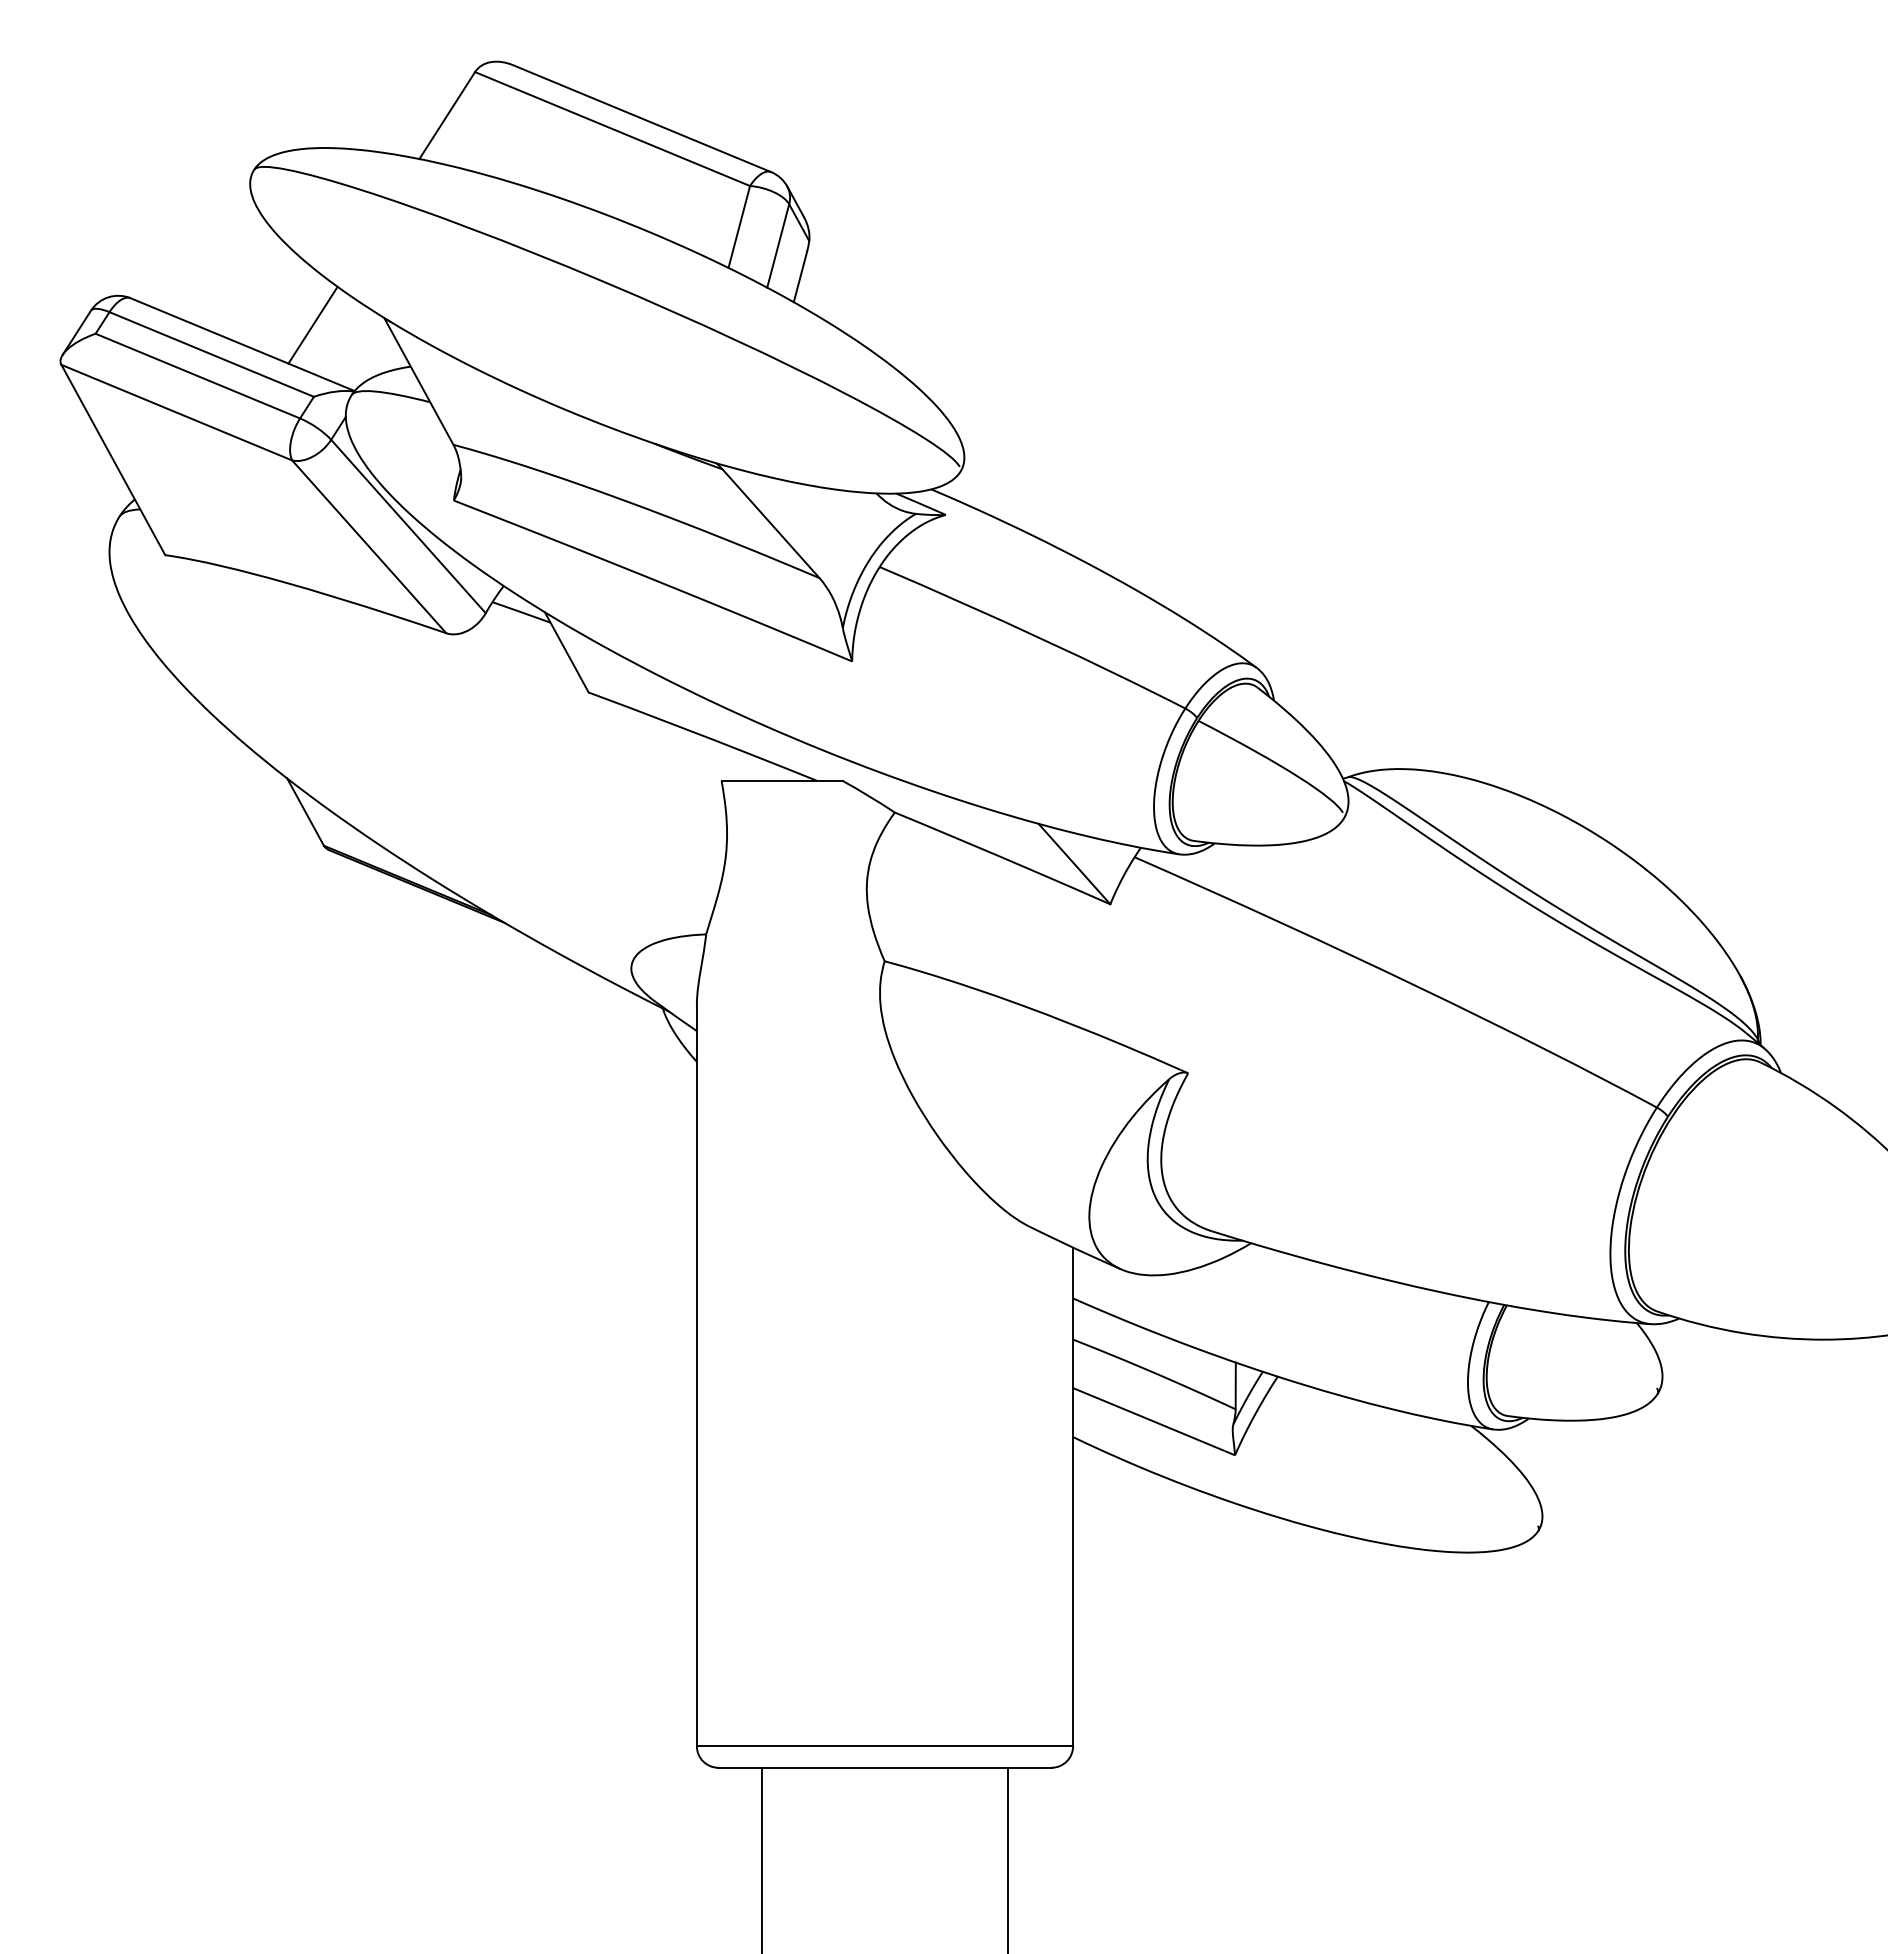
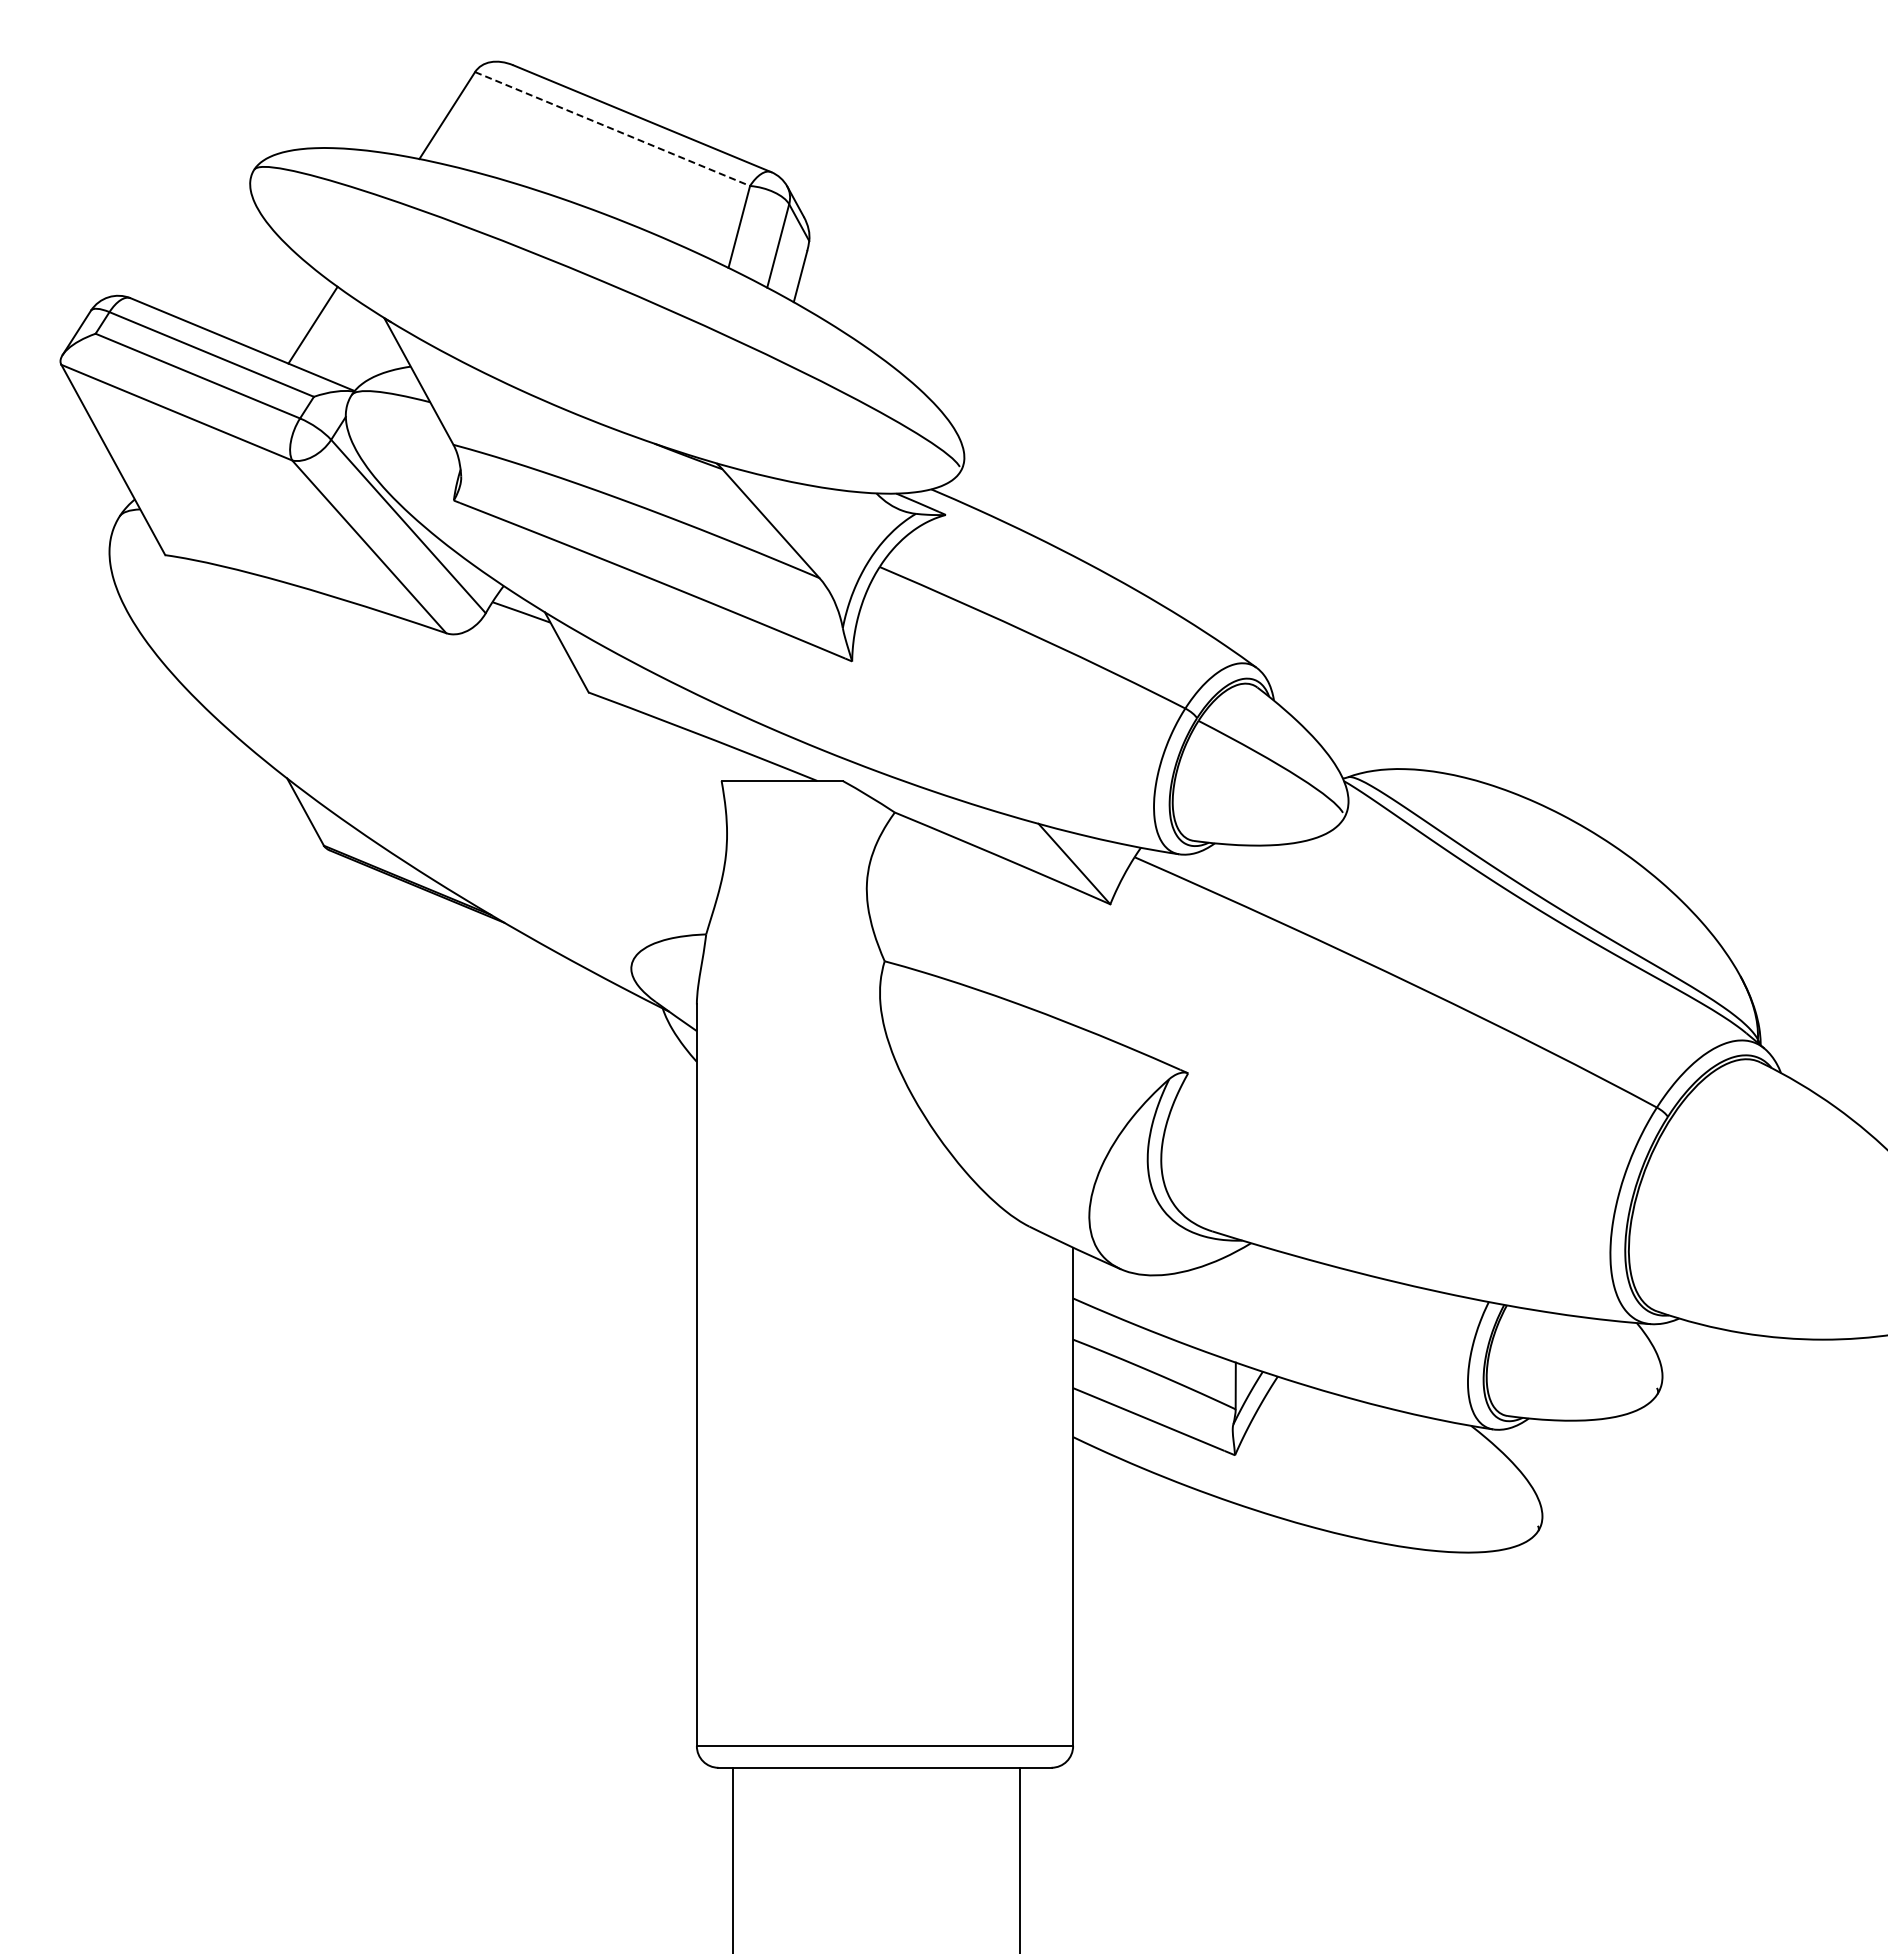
line at (612, 129): solid -> dashed
line at (761, 1858) position: (761, 1858) -> (732, 1858)
line at (1008, 1858) position: (1008, 1858) -> (1020, 1858)
